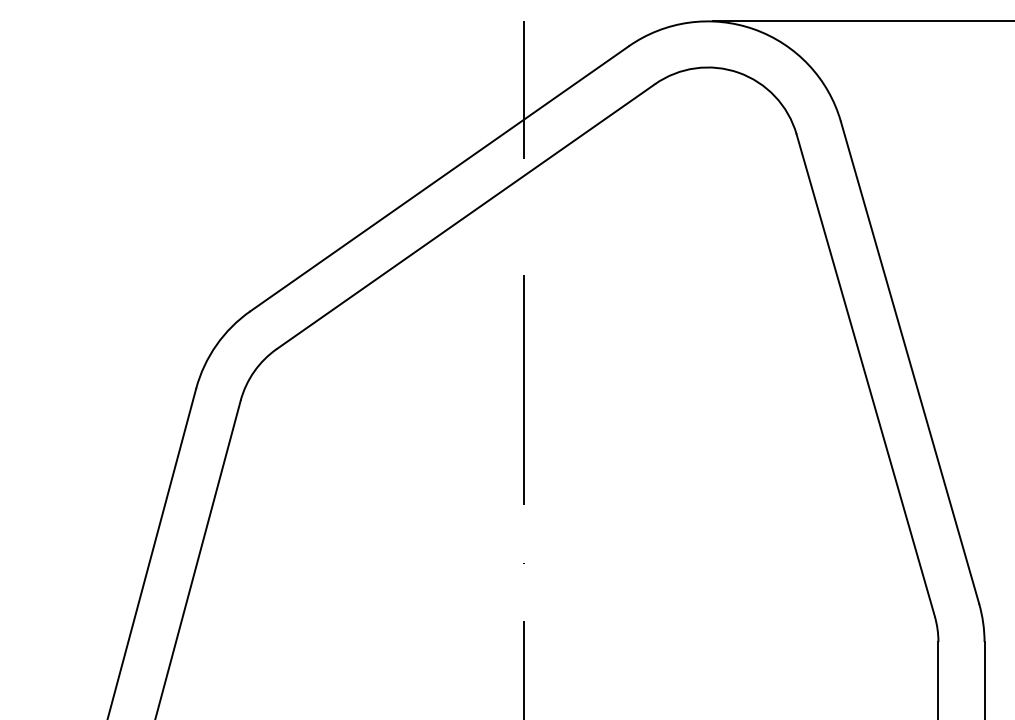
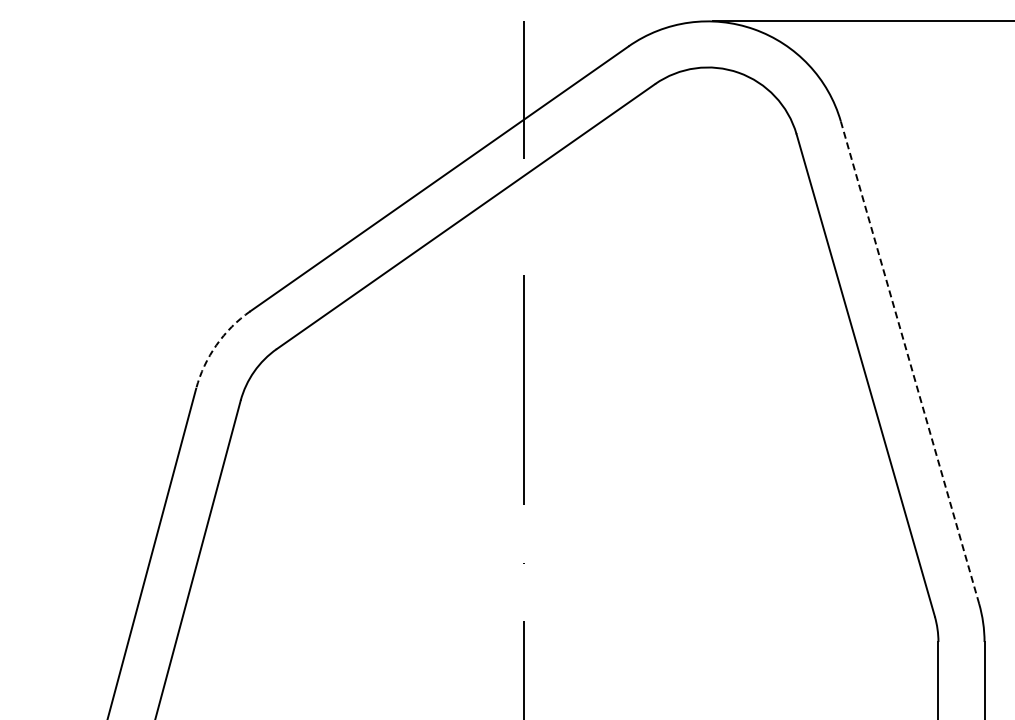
arc at (216, 345): solid -> dashed
line at (910, 362): solid -> dashed
